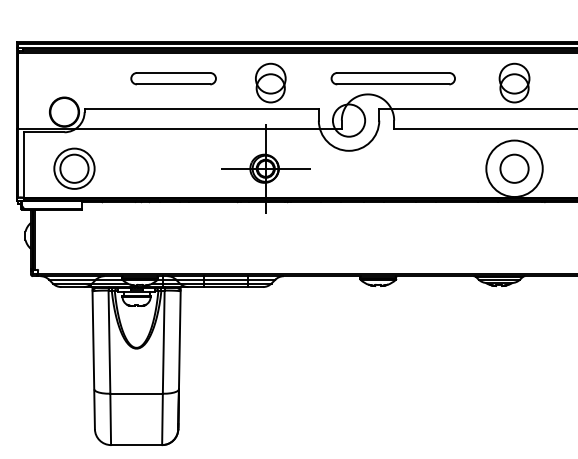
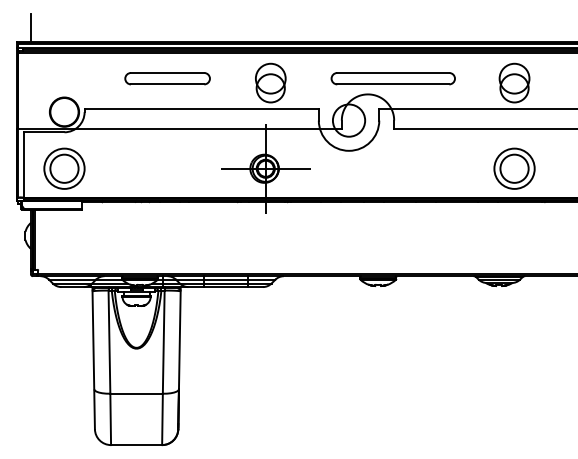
line at (30, 27): none -> present
part at (173, 78) position: (173, 78) -> (167, 78)
part at (74, 168) position: (74, 168) -> (64, 168)
circle at (514, 168) diameter: 56 px -> 40 px
